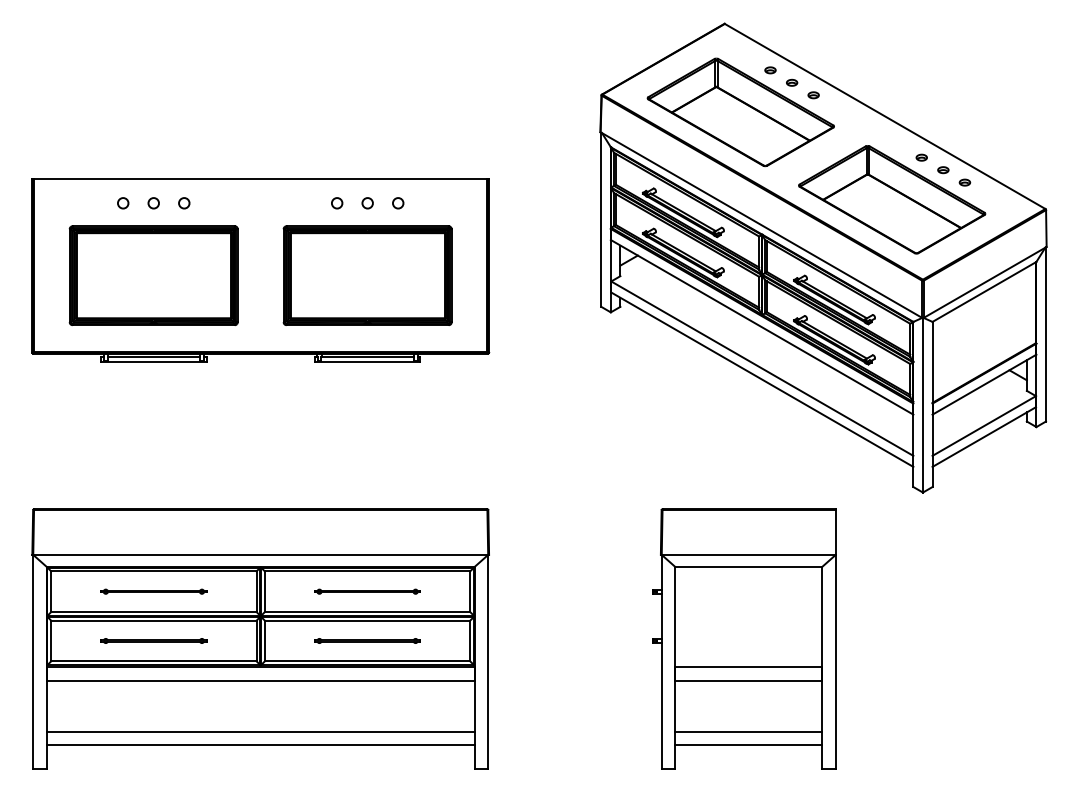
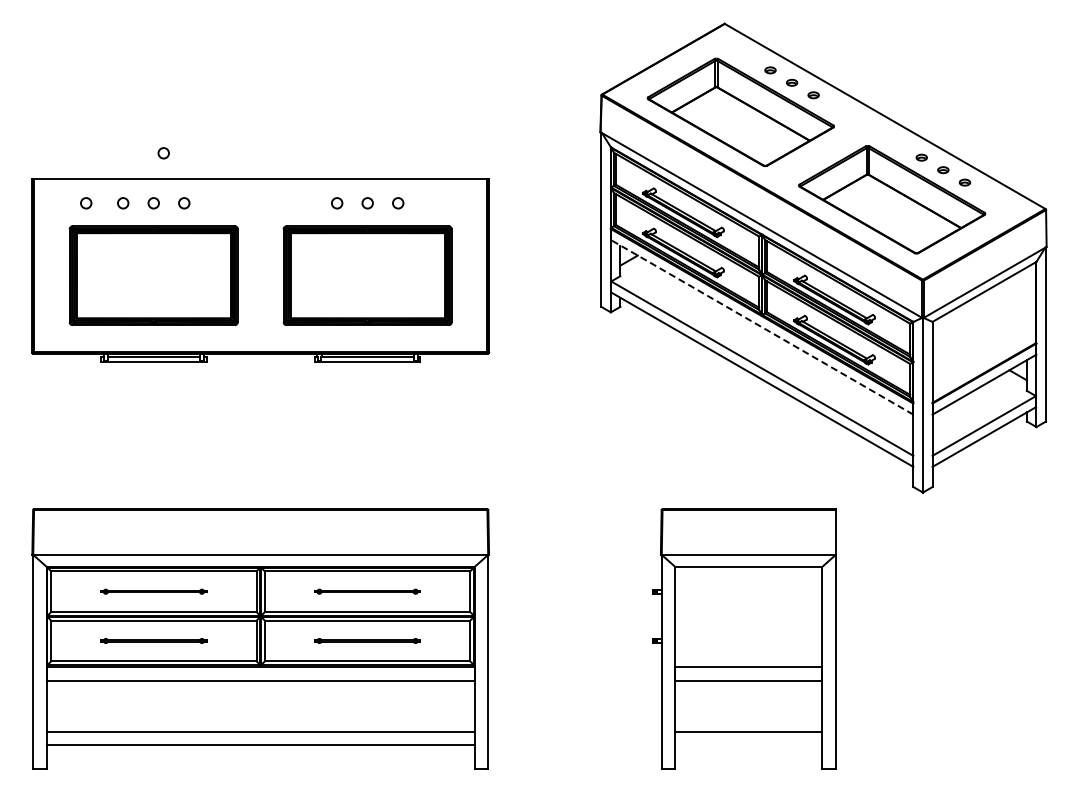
circle at (163, 153): none -> present
circle at (86, 203): none -> present
line at (762, 327): solid -> dashed
line at (748, 745): present -> none
